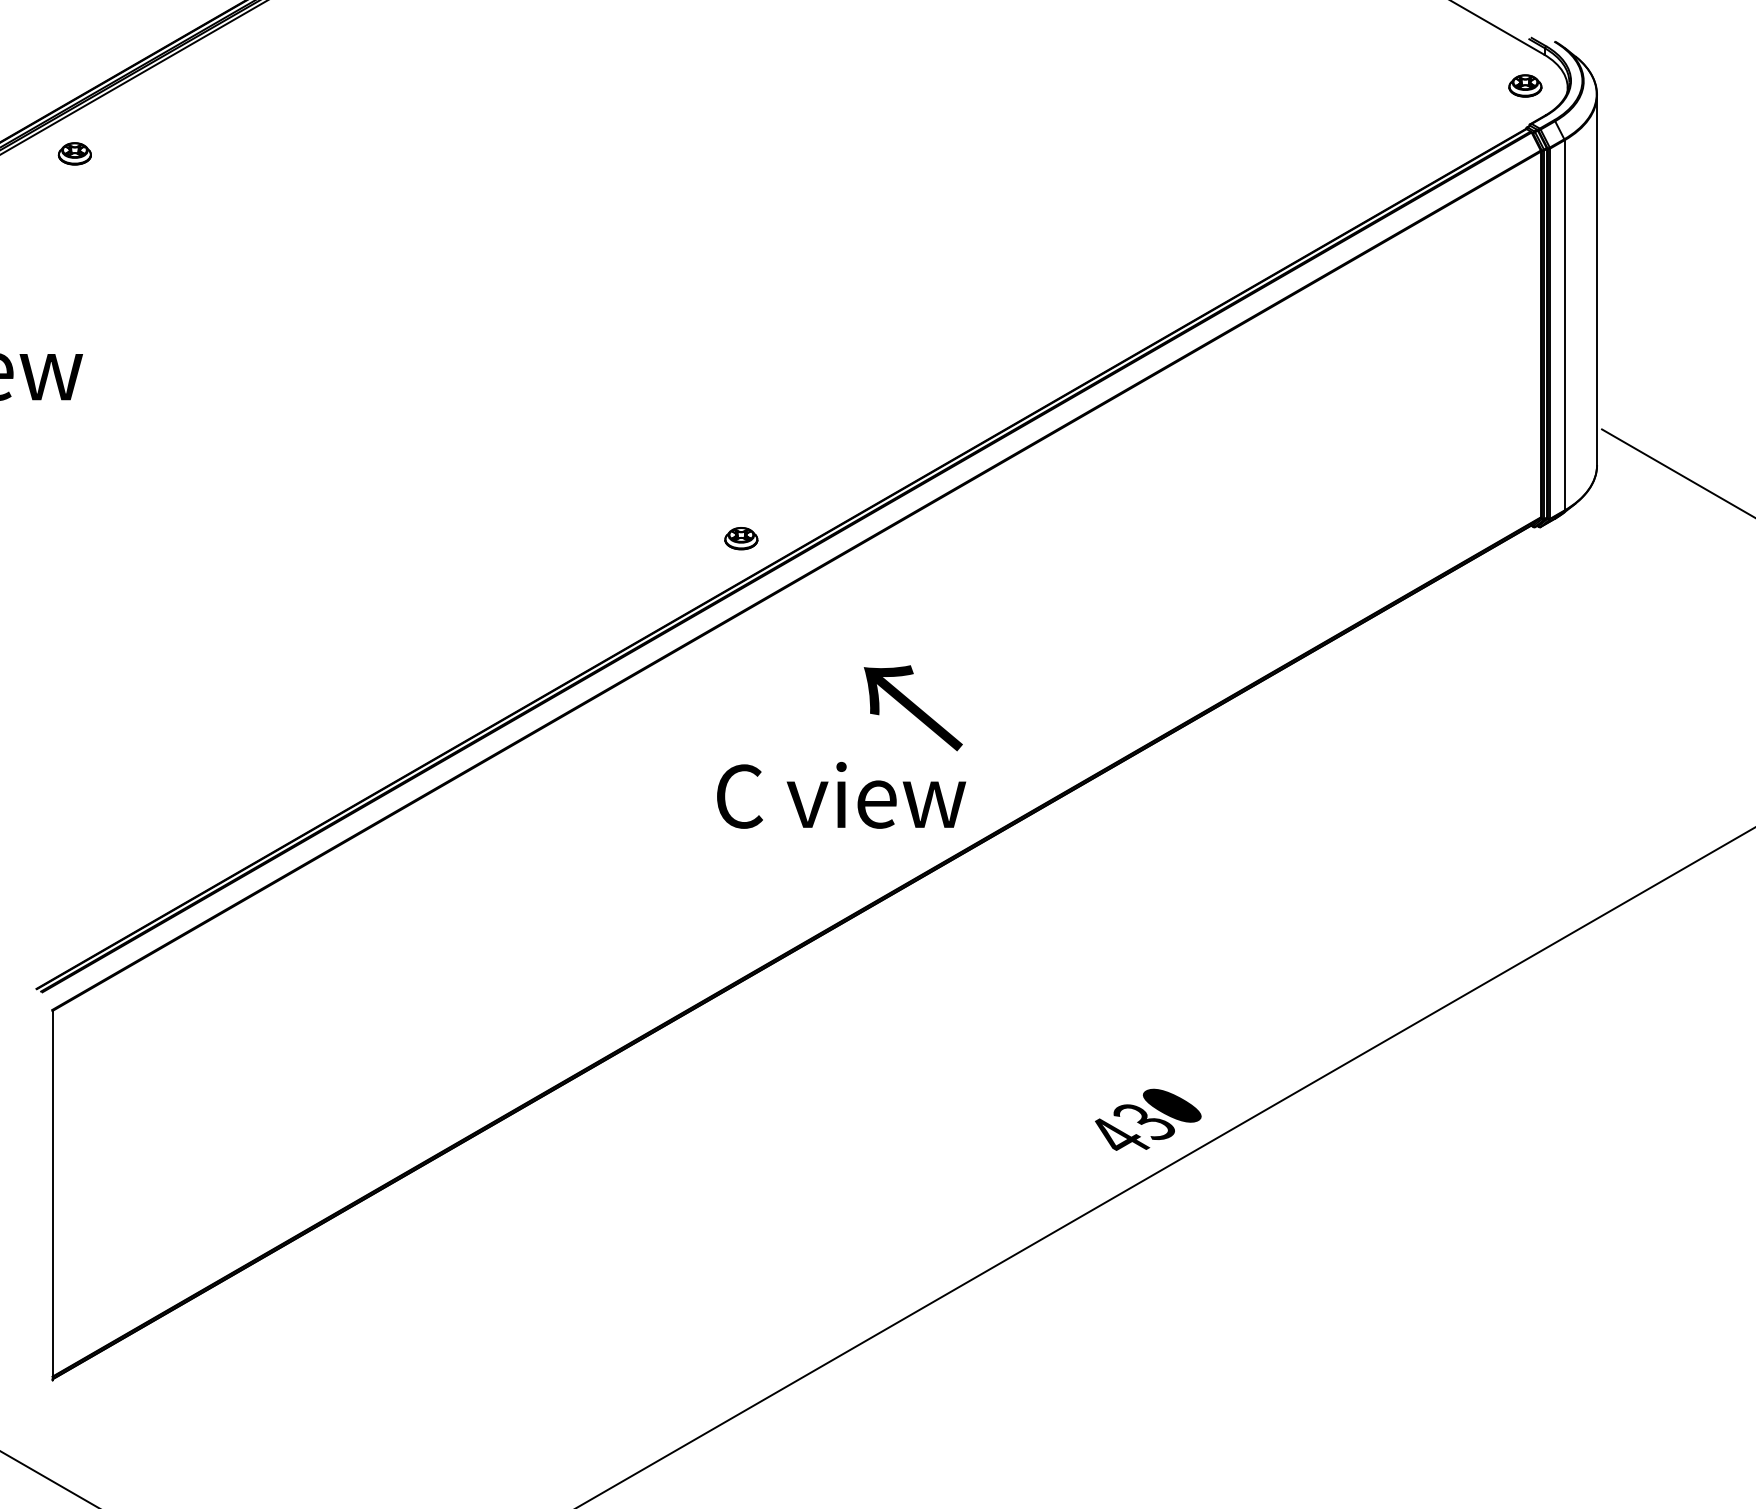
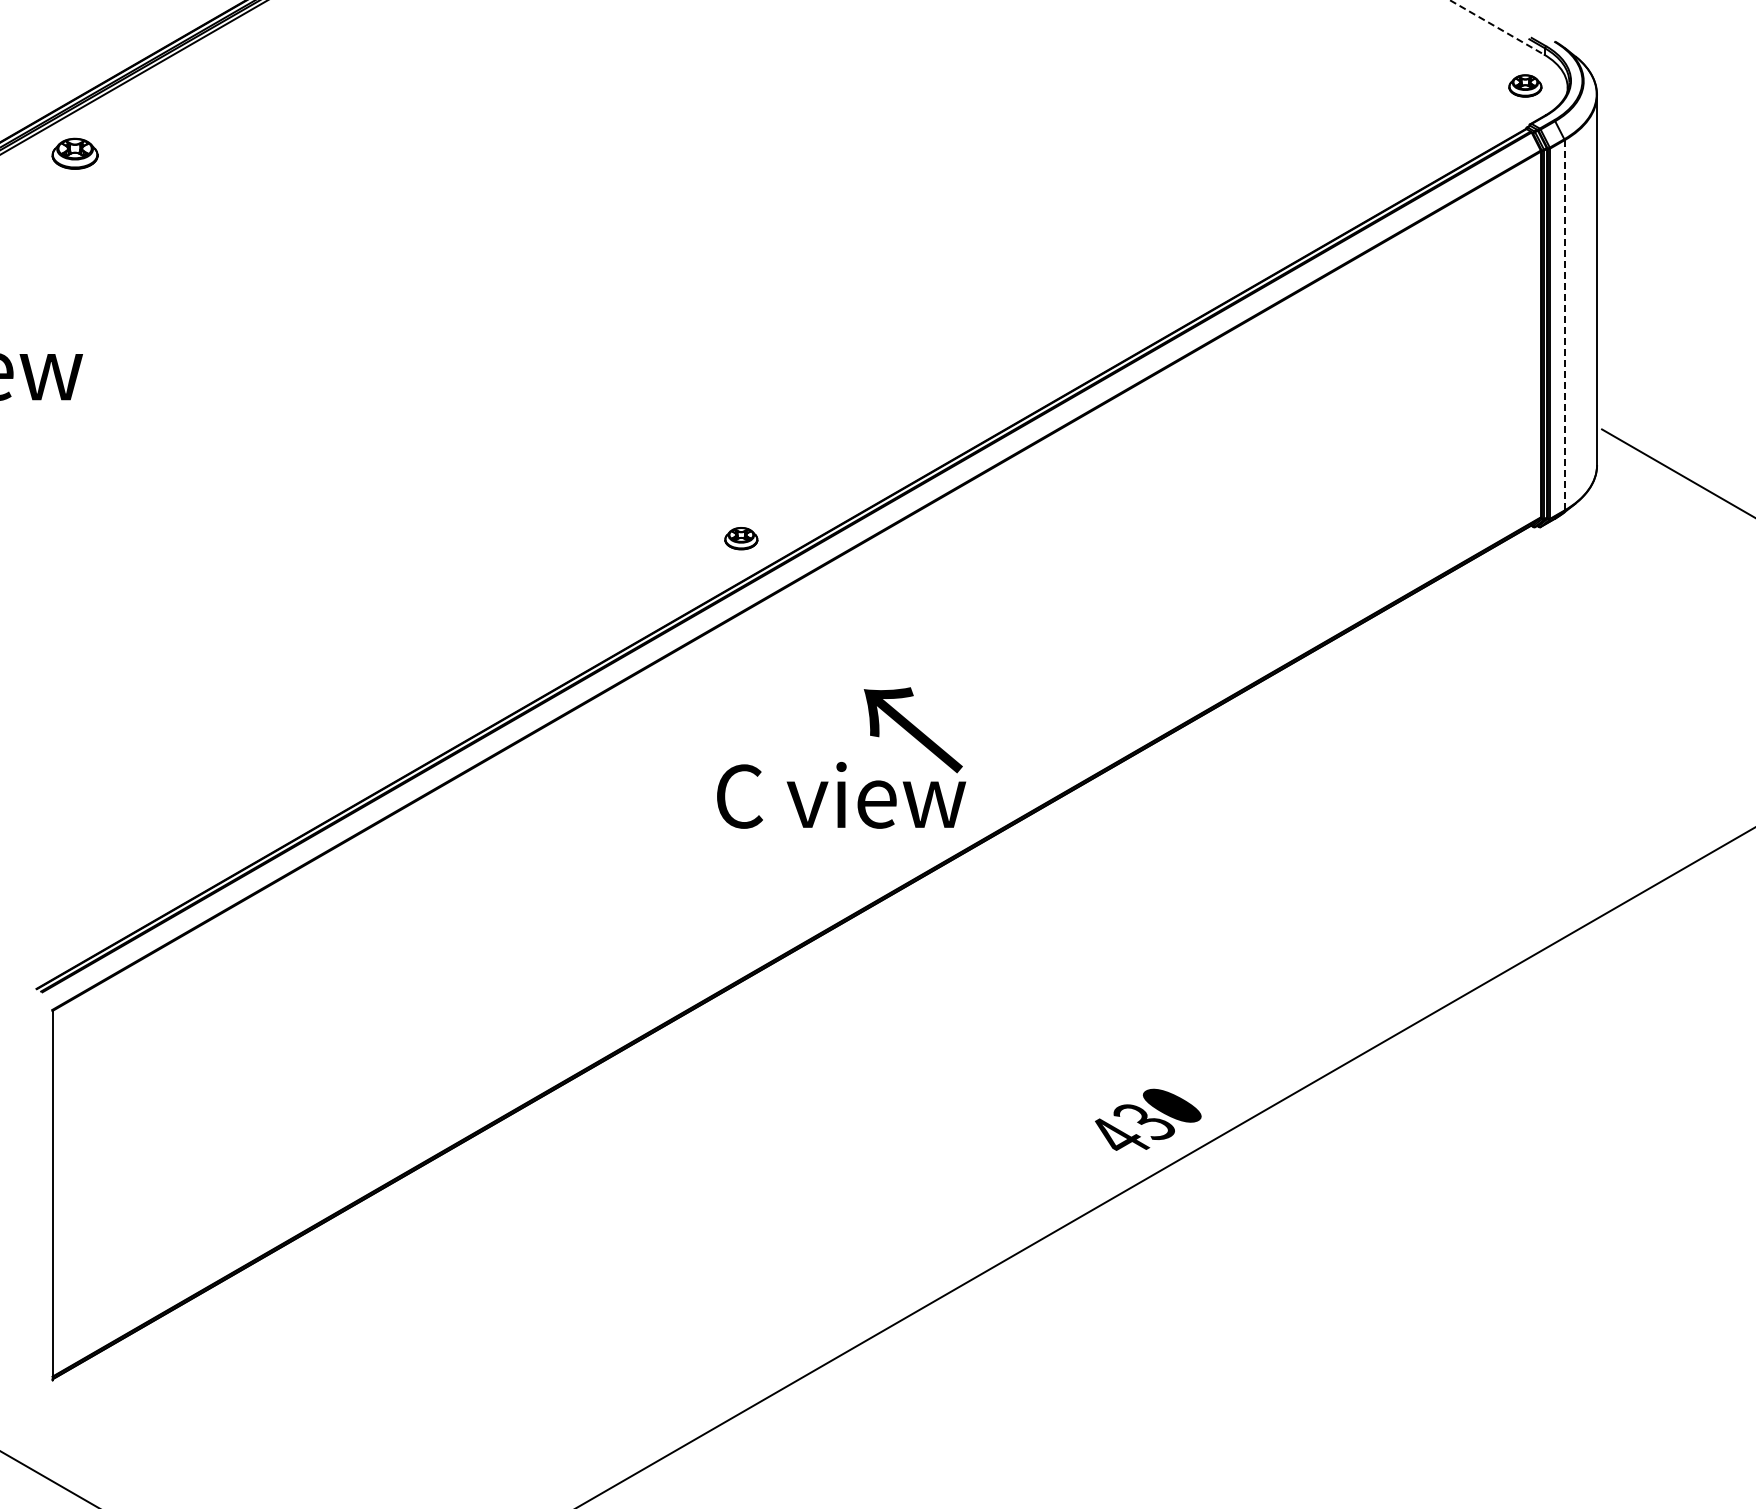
line at (1497, 27): solid -> dashed
part at (74, 153) size: 35x24 px -> 48x33 px
line at (1564, 325): solid -> dashed
text at (912, 708) position: (912, 708) -> (912, 730)
